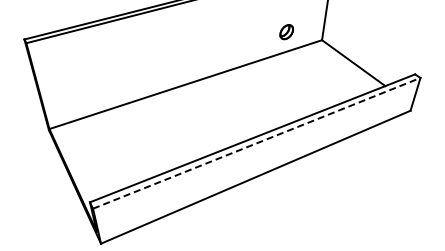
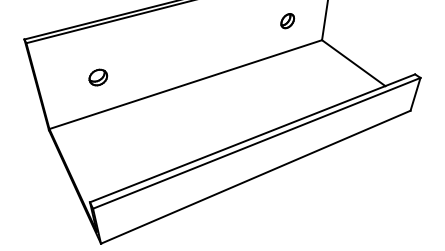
part at (286, 32) position: (286, 32) -> (287, 21)
part at (98, 77): none -> present
line at (257, 143): dashed -> solid
